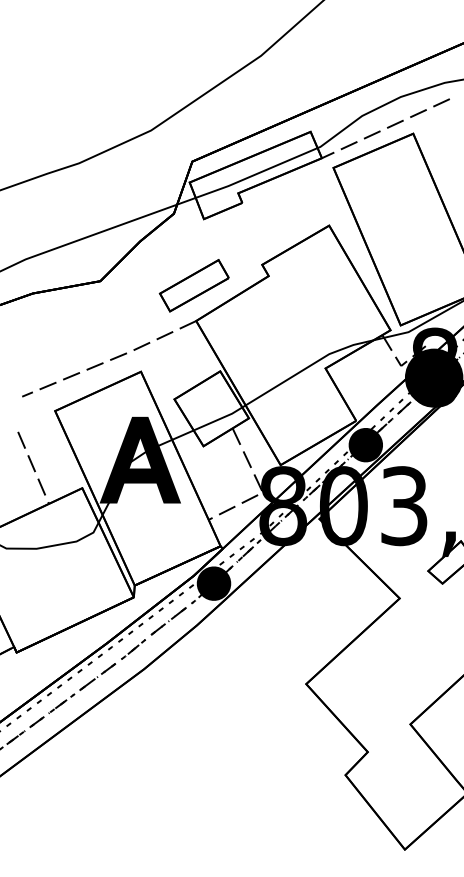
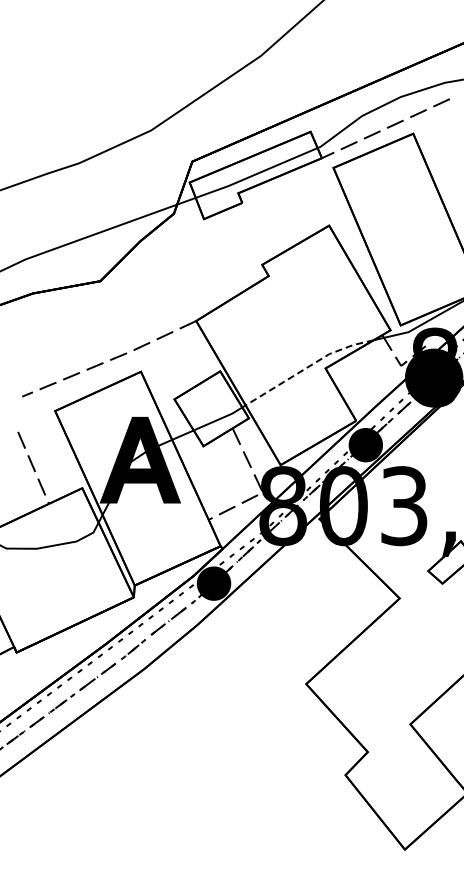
part at (193, 285): present -> none
line at (308, 367): solid -> dashed
